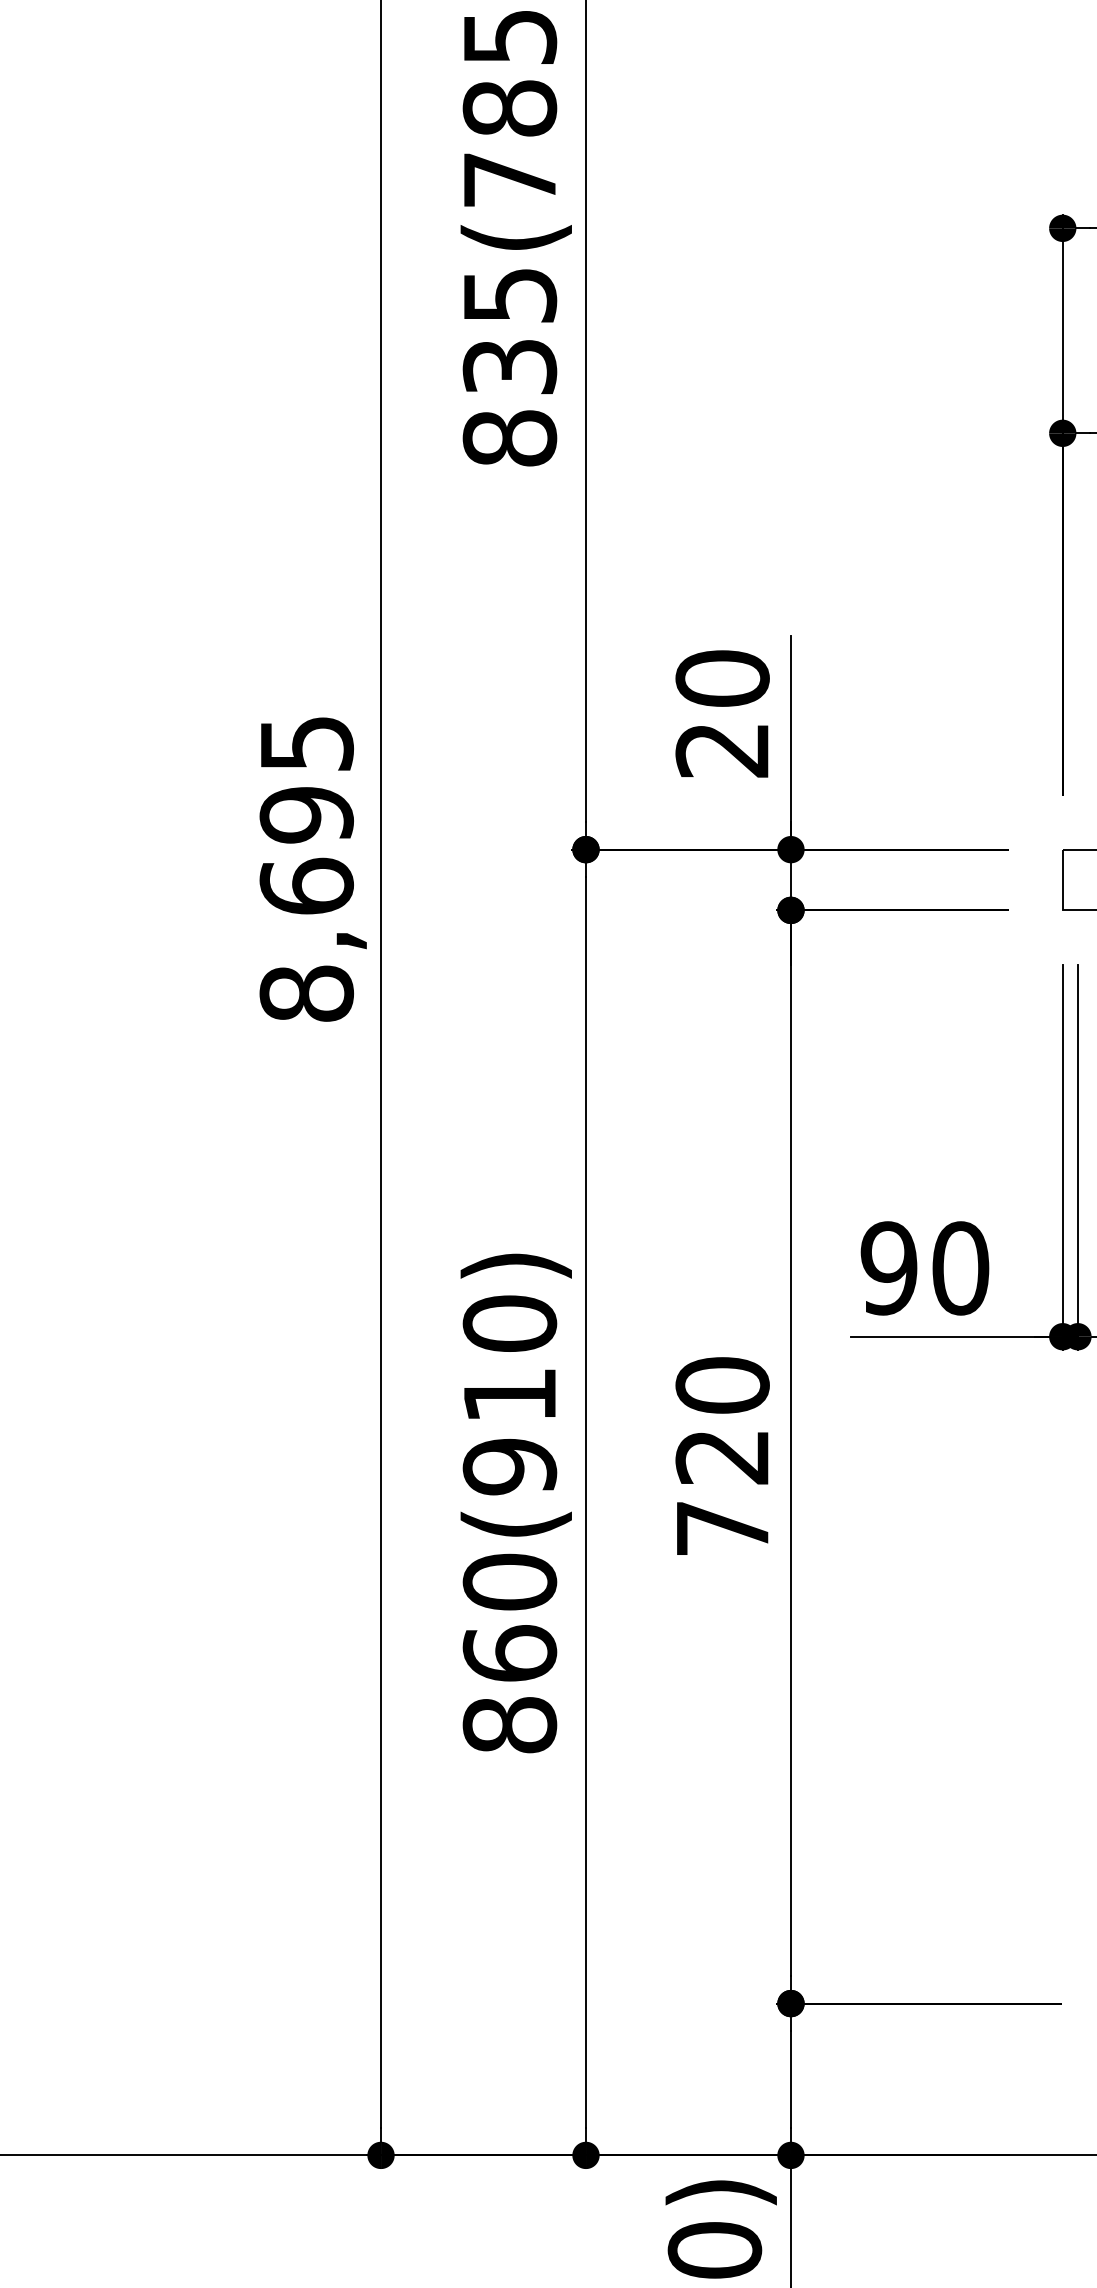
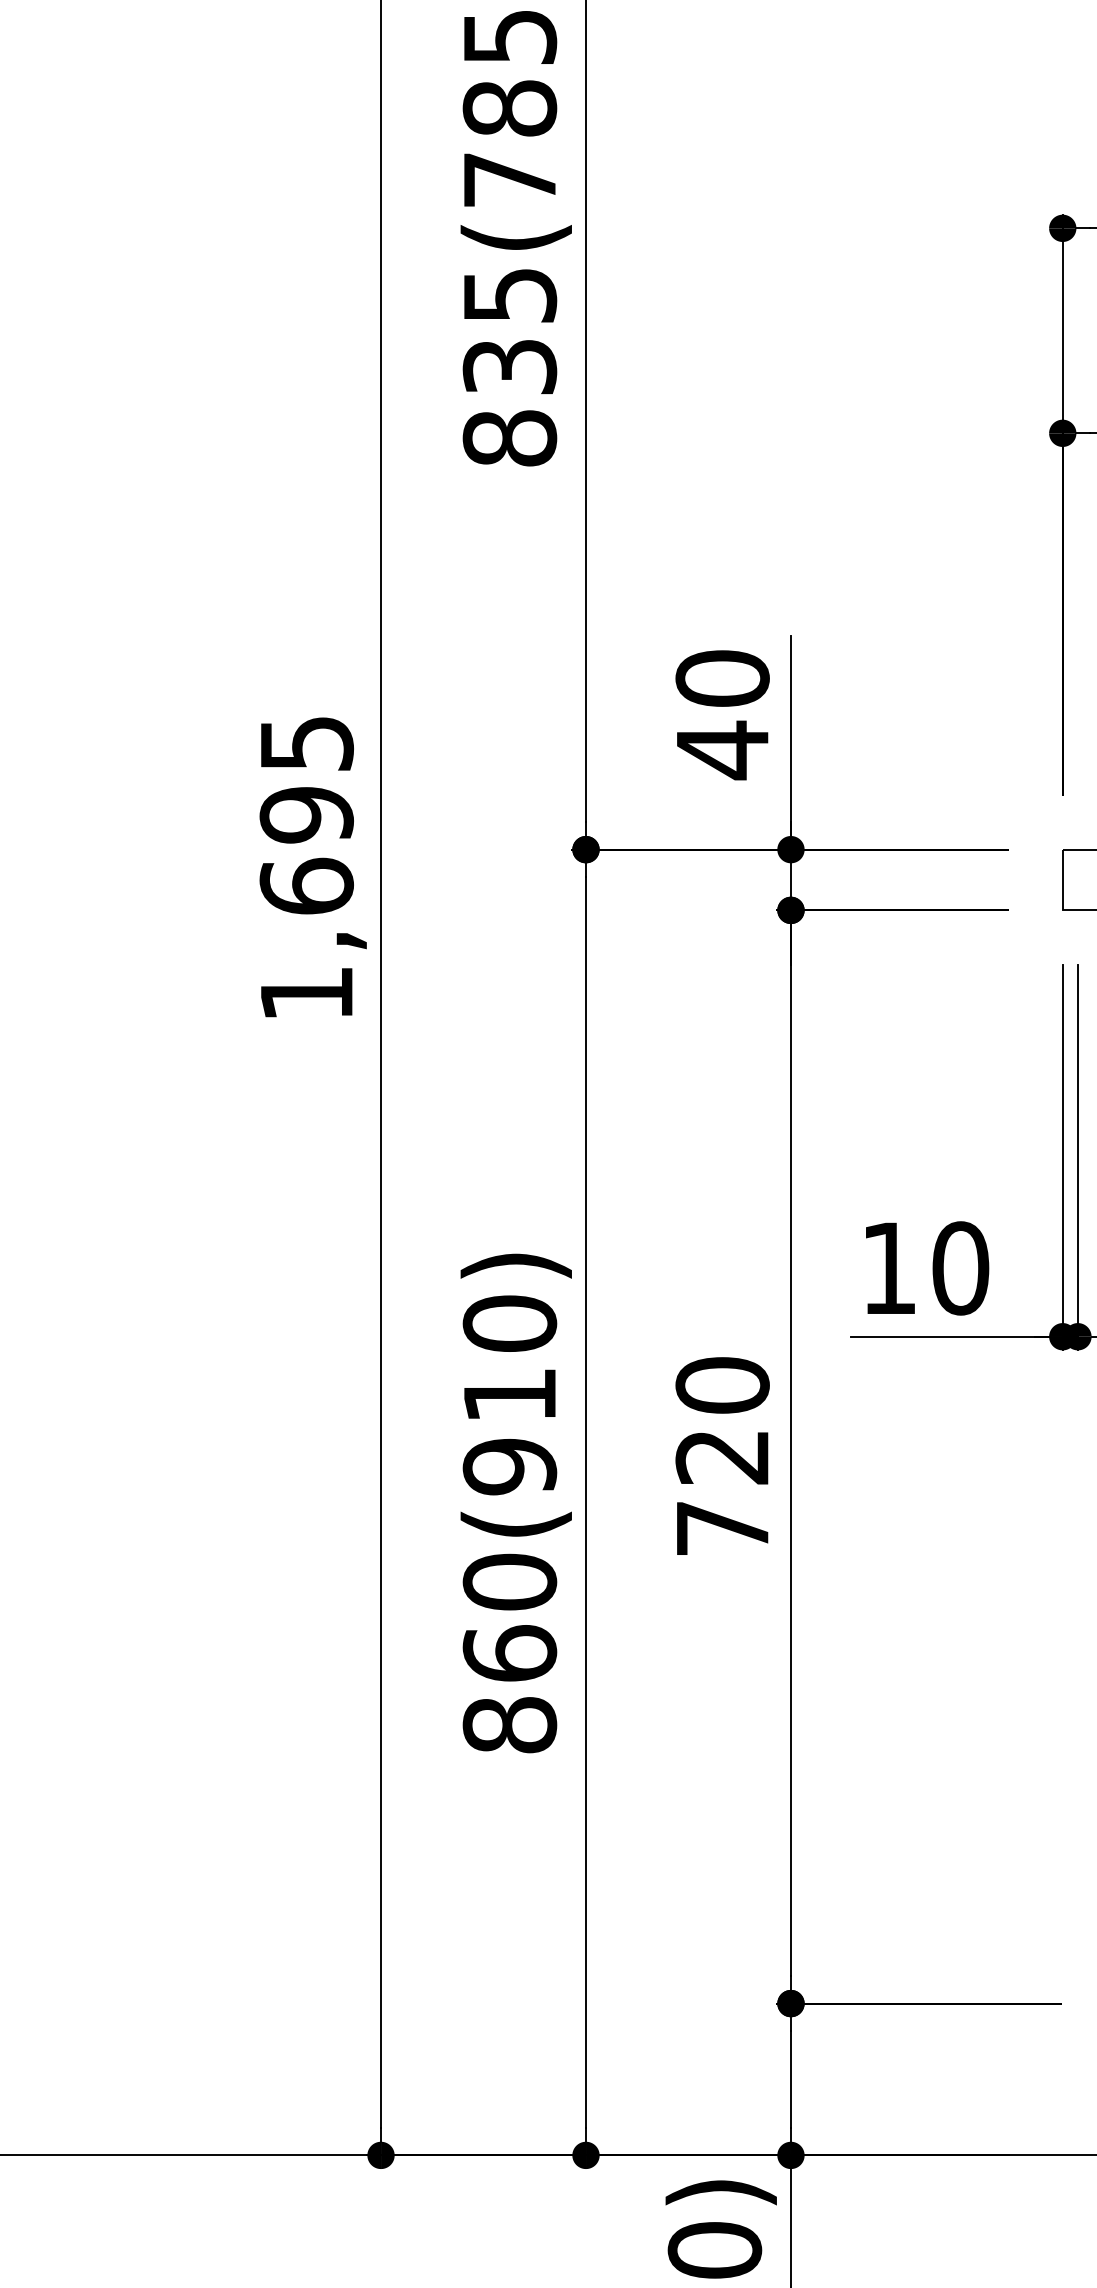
text at (721, 750): 20 -> 40
text at (306, 993): 8,695 -> 1,695
text at (888, 1268): 90 -> 10
